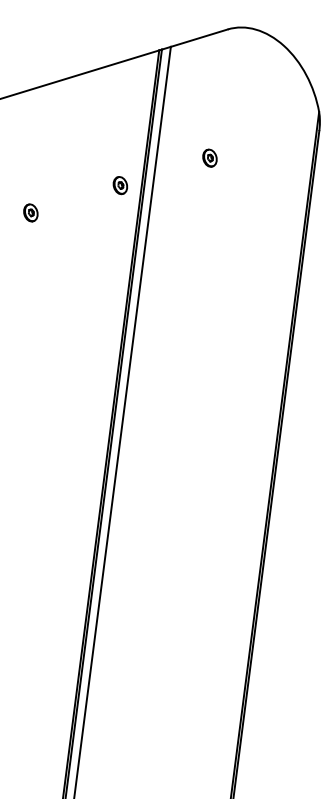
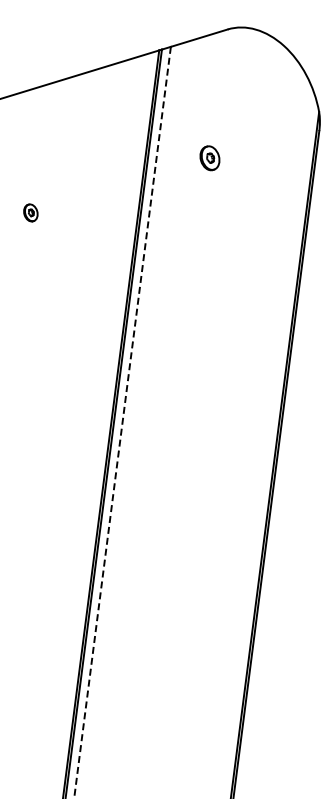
part at (209, 157) size: 16x20 px -> 22x27 px
part at (119, 185): present -> none
line at (122, 422): solid -> dashed
